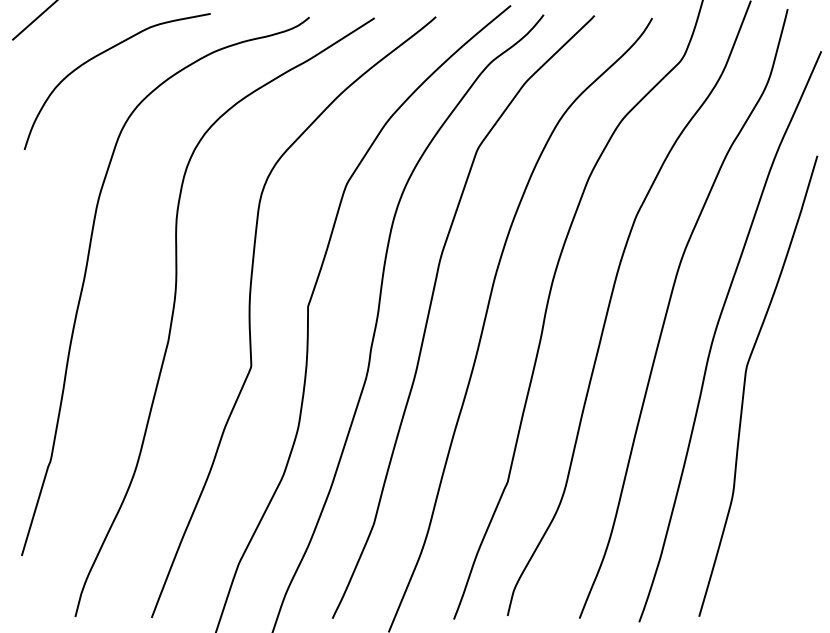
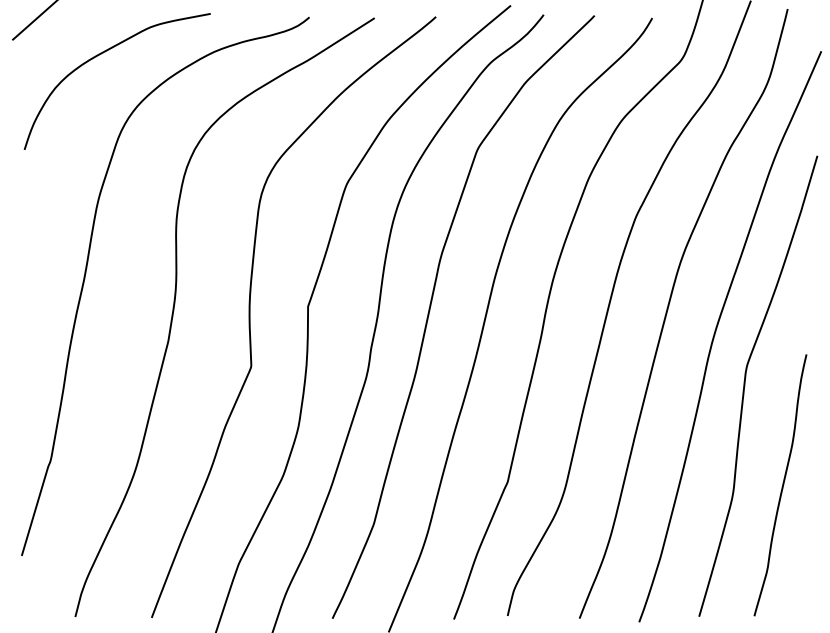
curve at (782, 485): none -> present
